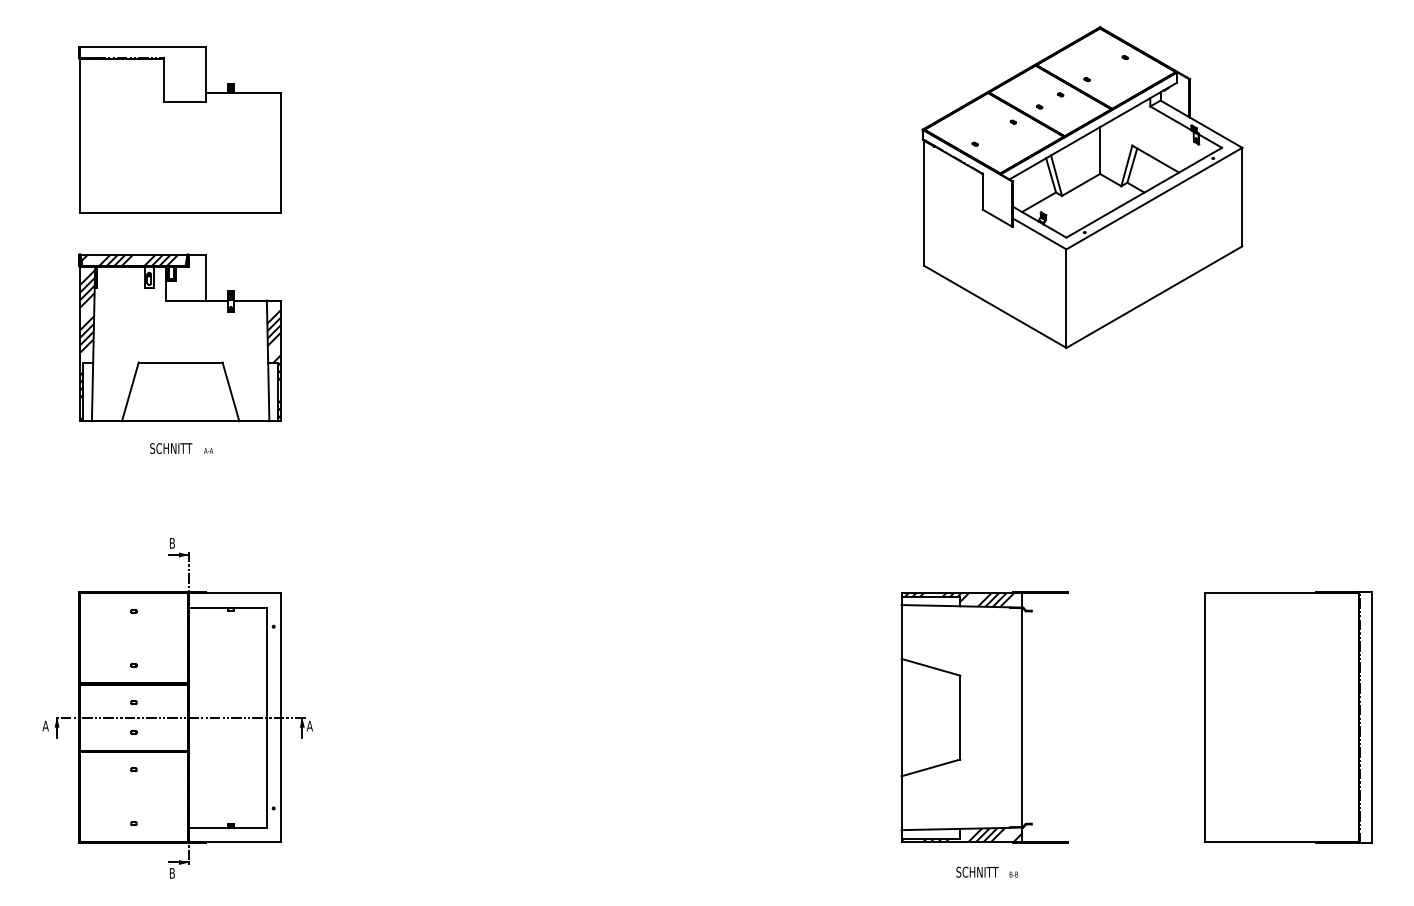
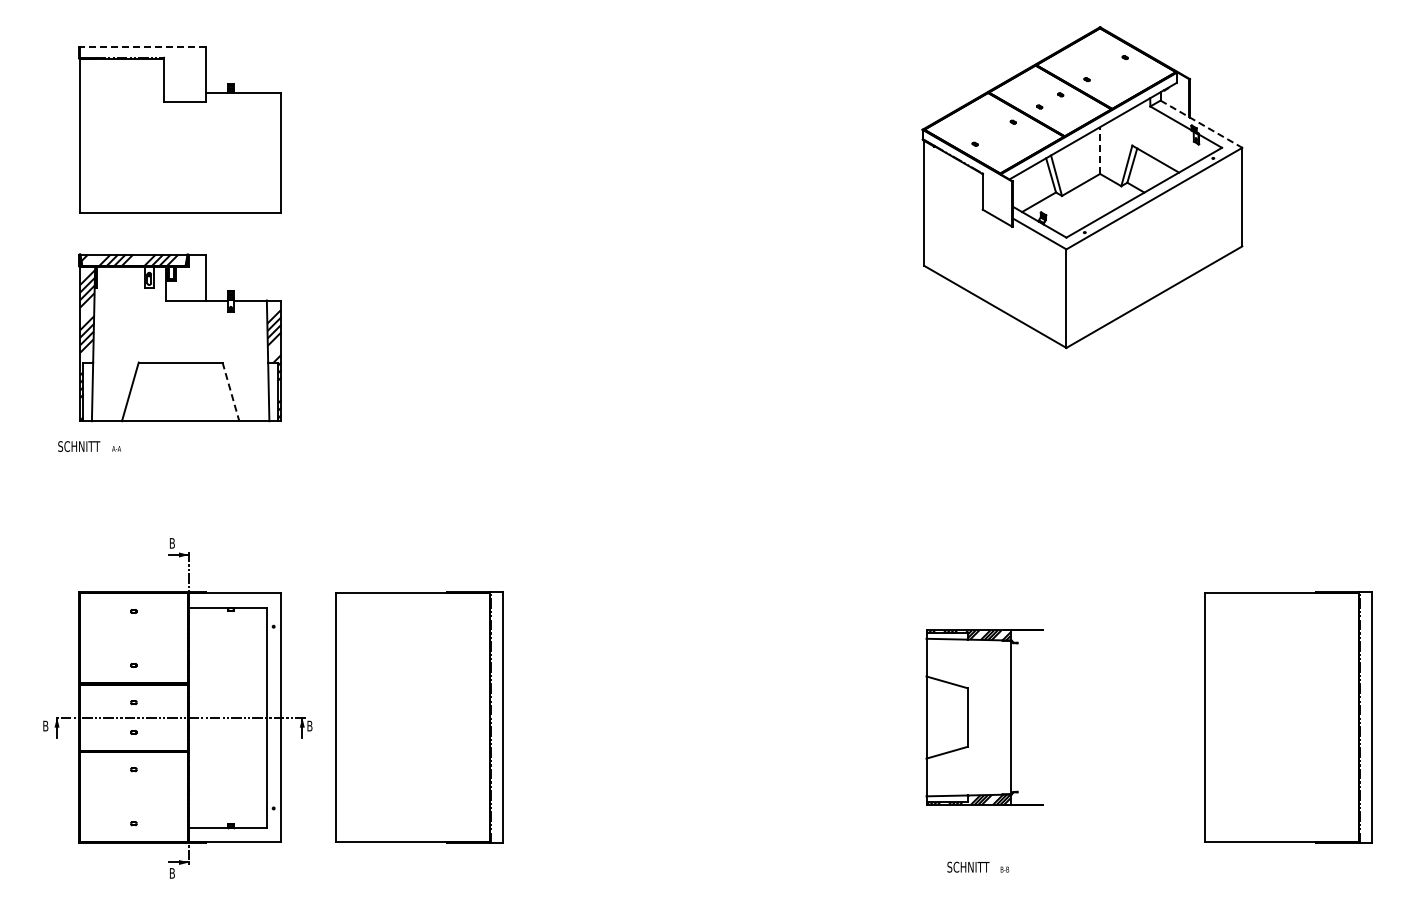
line at (142, 46): solid -> dashed
line at (1201, 124): solid -> dashed
line at (1100, 150): solid -> dashed
line at (230, 391): solid -> dashed
text at (181, 448) position: (181, 448) -> (89, 446)
part at (419, 717): none -> present
part at (984, 717) size: 169x253 px -> 119x177 px
text at (45, 725): A -> B
text at (309, 725): A -> B
text at (987, 871) position: (987, 871) -> (978, 866)
